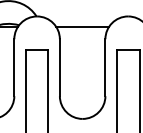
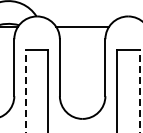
line at (25, 90): solid -> dashed
line at (139, 90): solid -> dashed
